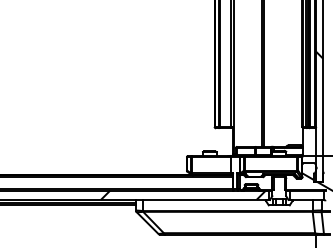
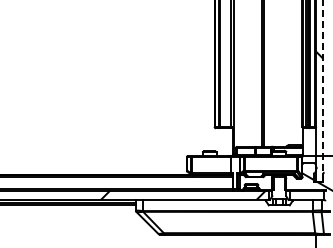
line at (323, 90): solid -> dashed
